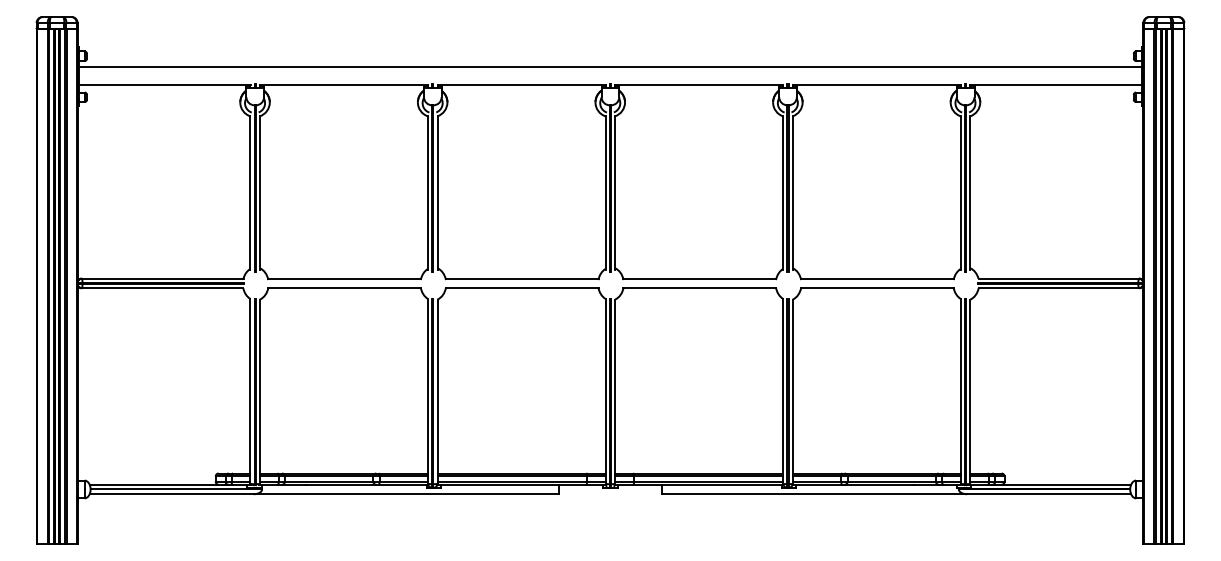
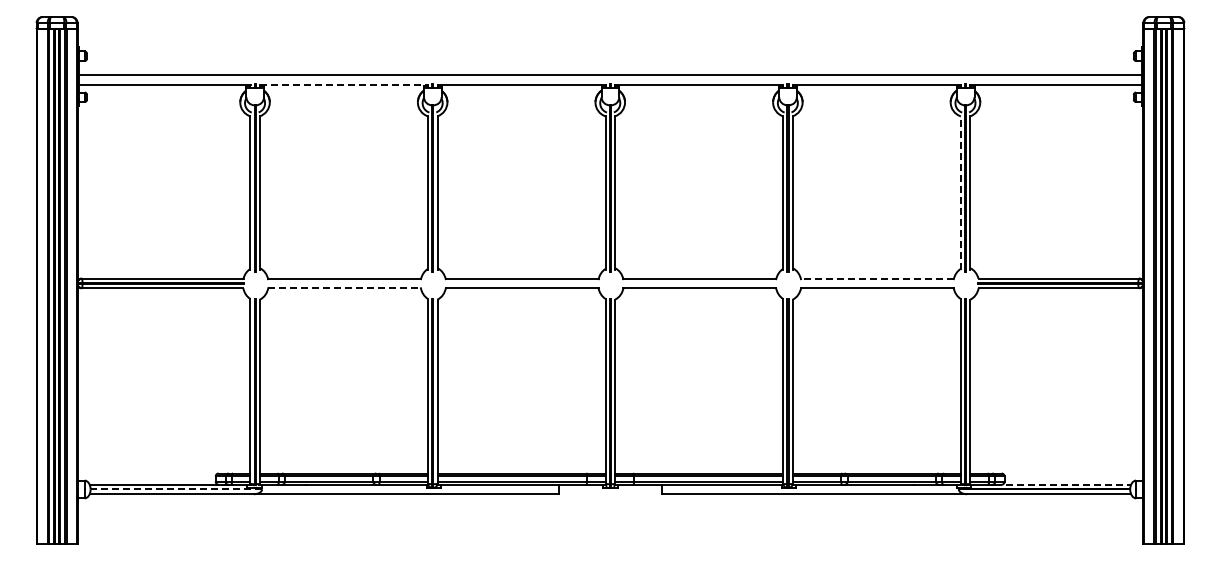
line at (610, 67) position: (610, 67) -> (610, 75)
line at (344, 85): solid -> dashed
line at (960, 193): solid -> dashed
line at (876, 279): solid -> dashed
line at (345, 288): solid -> dashed
line at (1063, 484): solid -> dashed
line at (176, 489): solid -> dashed
